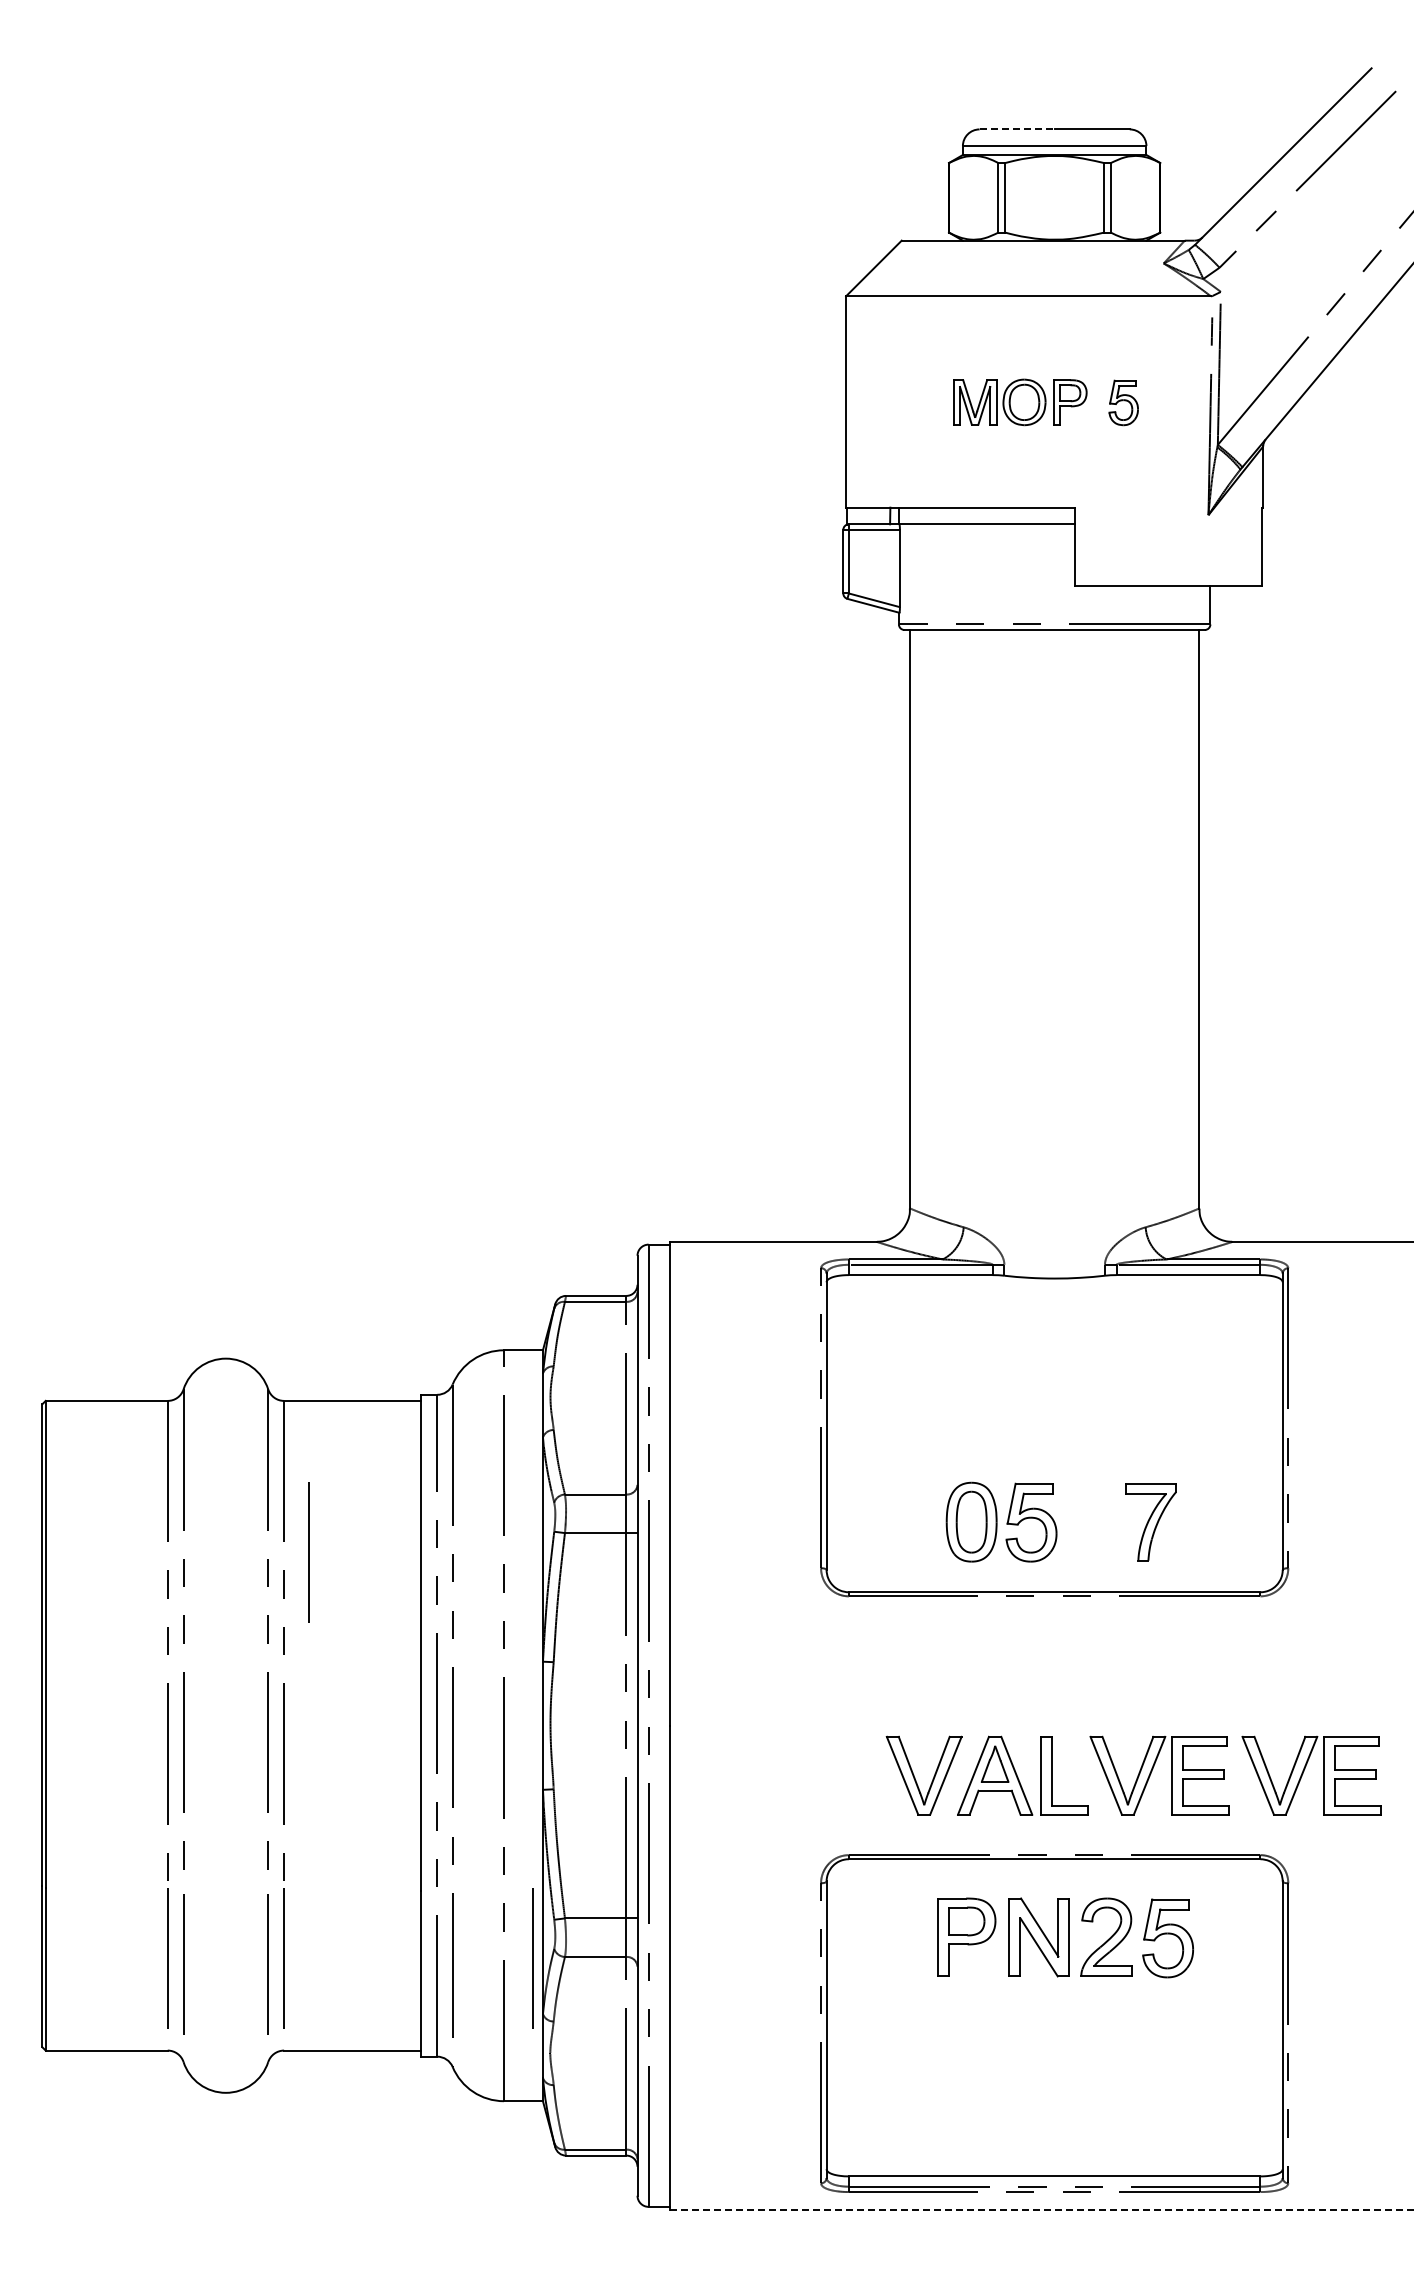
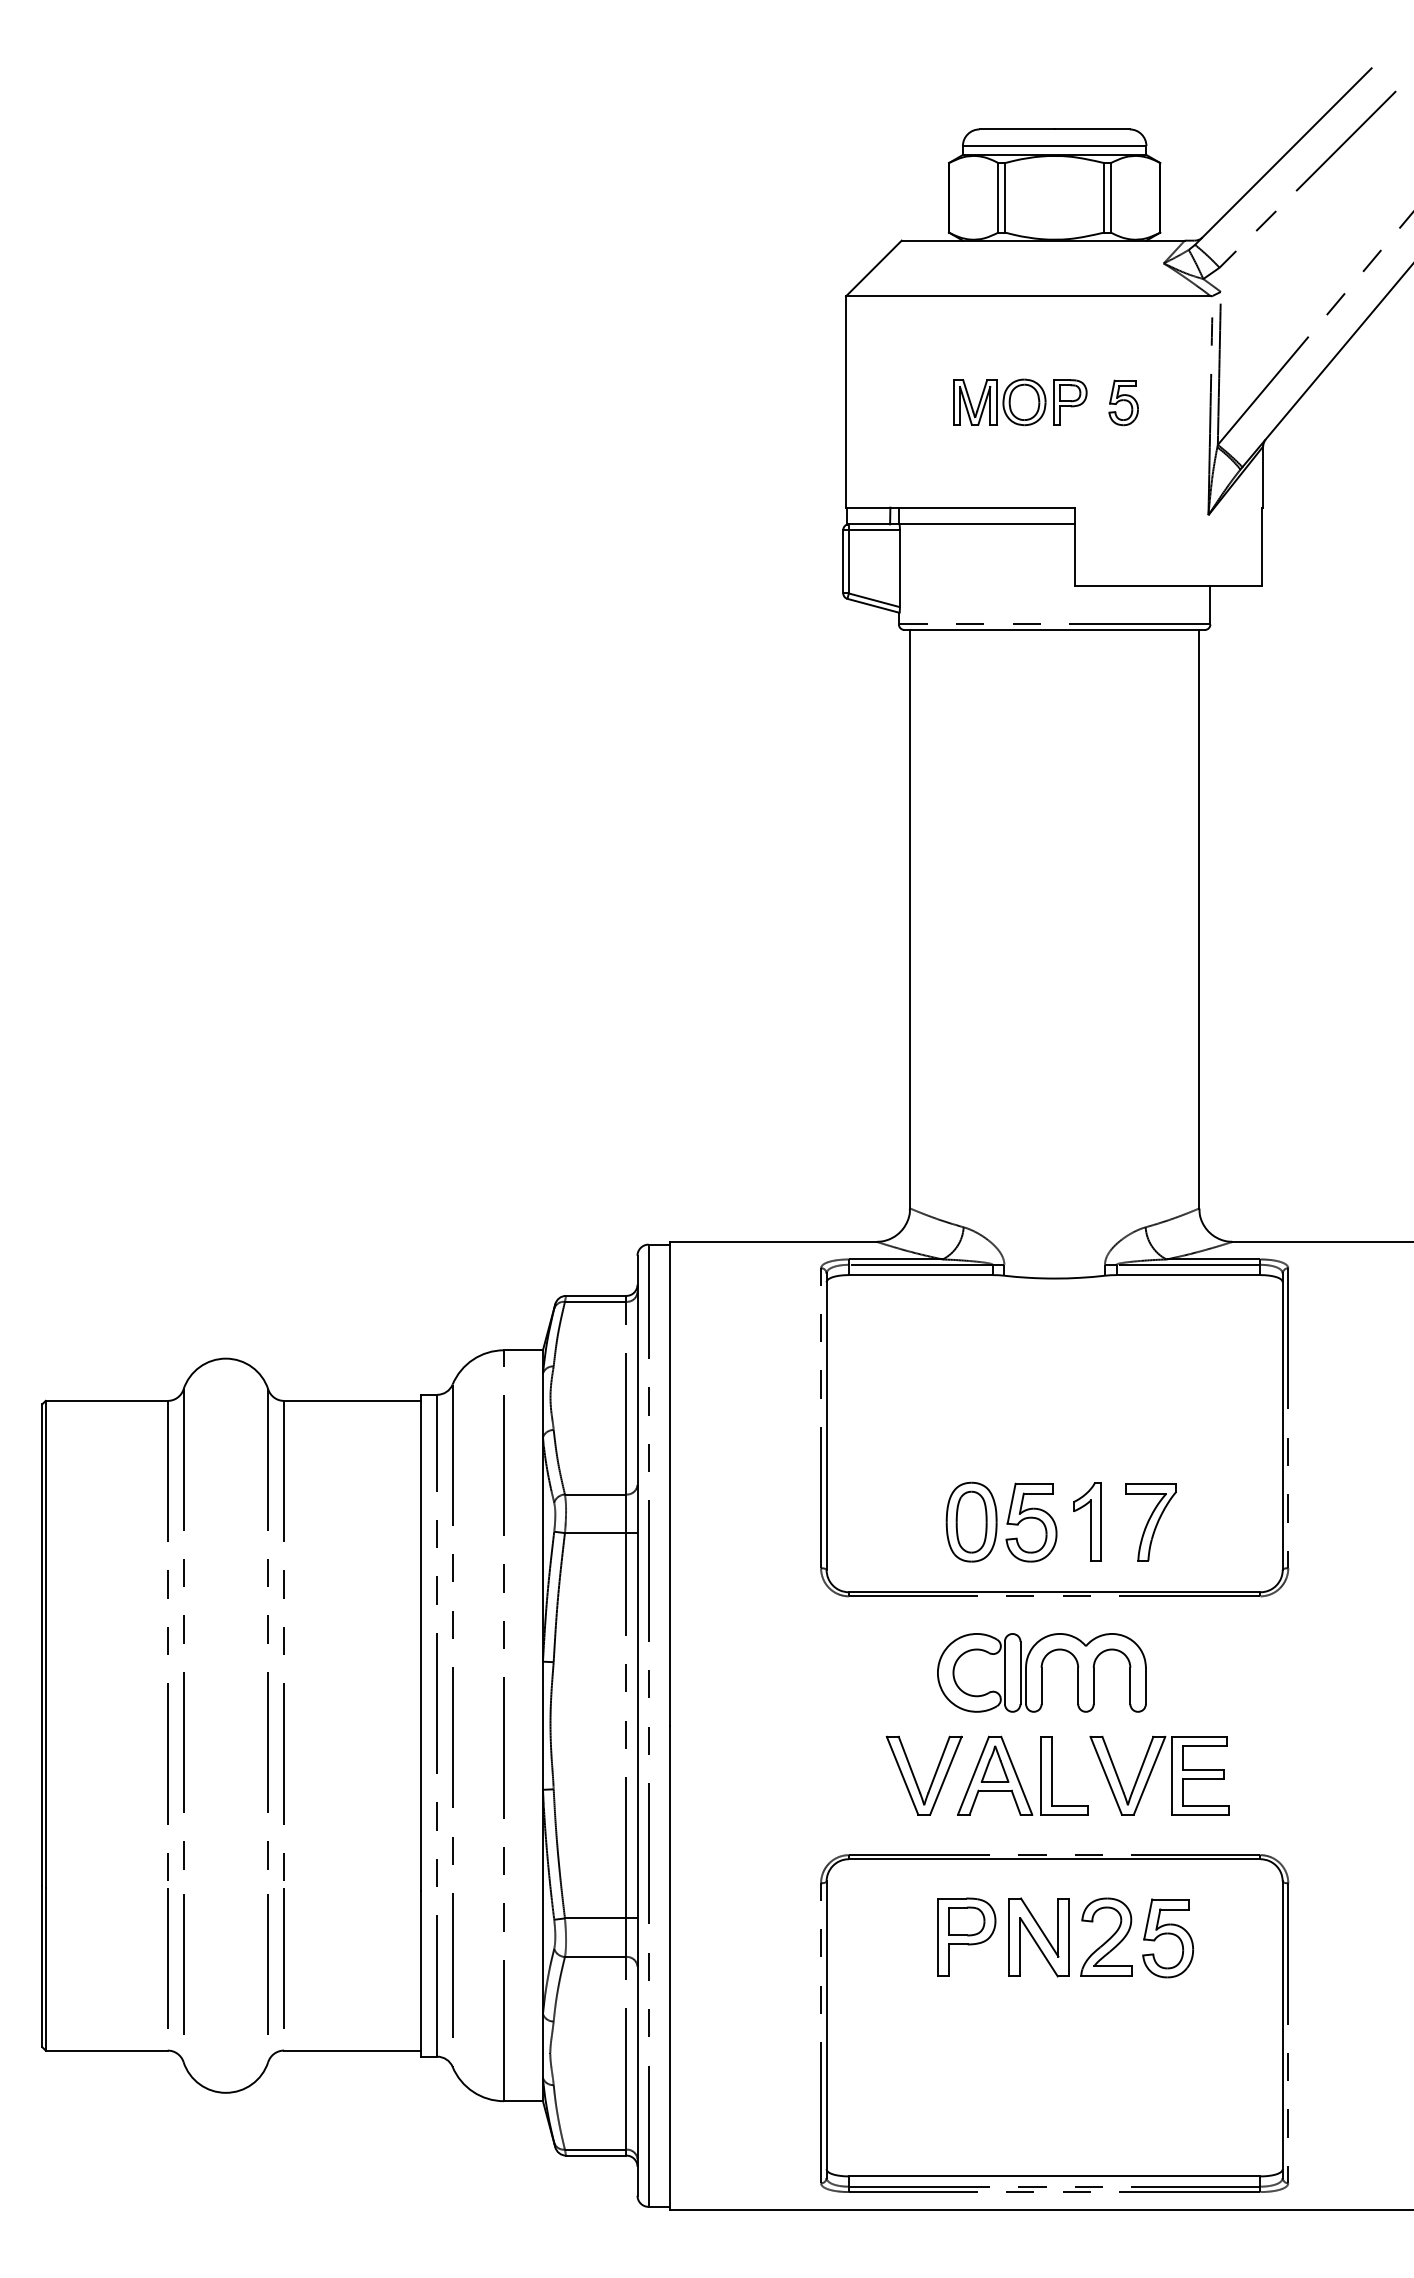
line at (1017, 129): dashed -> solid
part at (1087, 1521): none -> present
line at (308, 1552): present -> none
part at (1041, 1672): none -> present
part at (1304, 1771): present -> none
line at (532, 1958): present -> none
line at (1041, 2209): dashed -> solid
